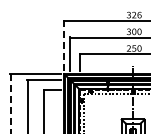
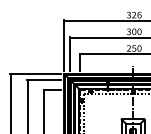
line at (64, 45): dashed -> solid
line at (10, 104): dashed -> solid
